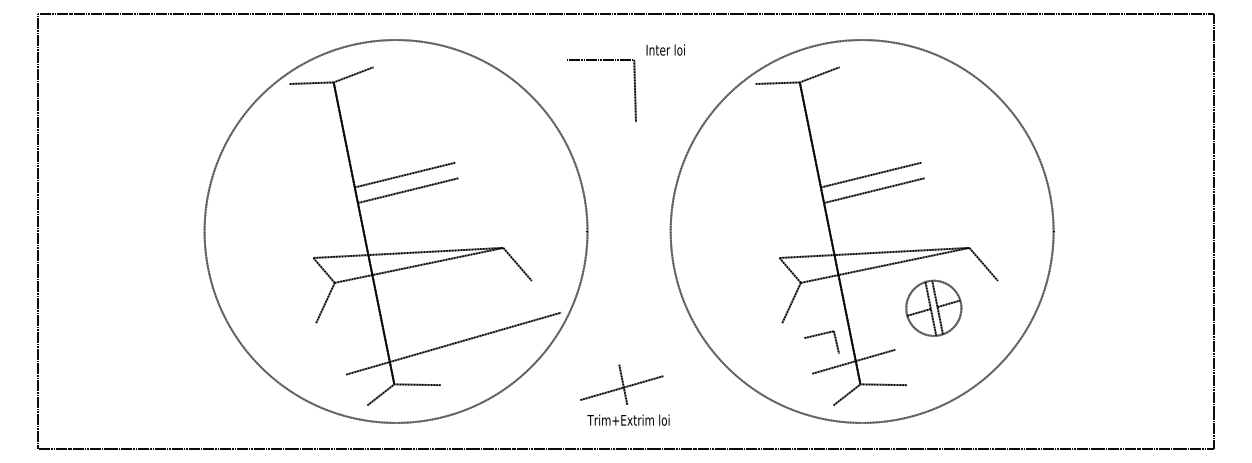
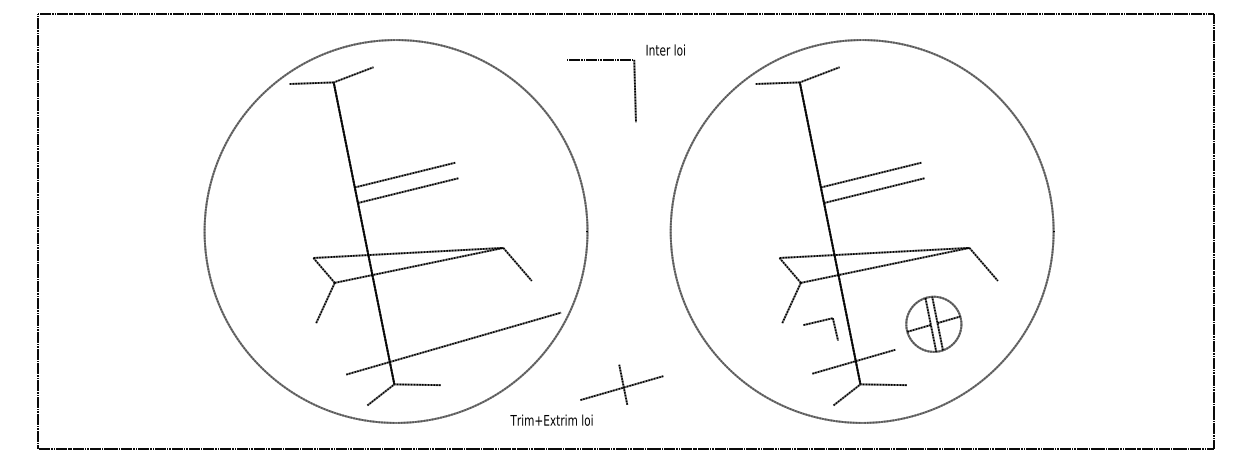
part at (933, 307) position: (933, 307) -> (933, 323)
part at (820, 335) position: (820, 335) -> (819, 322)
text at (628, 419) position: (628, 419) -> (551, 419)
